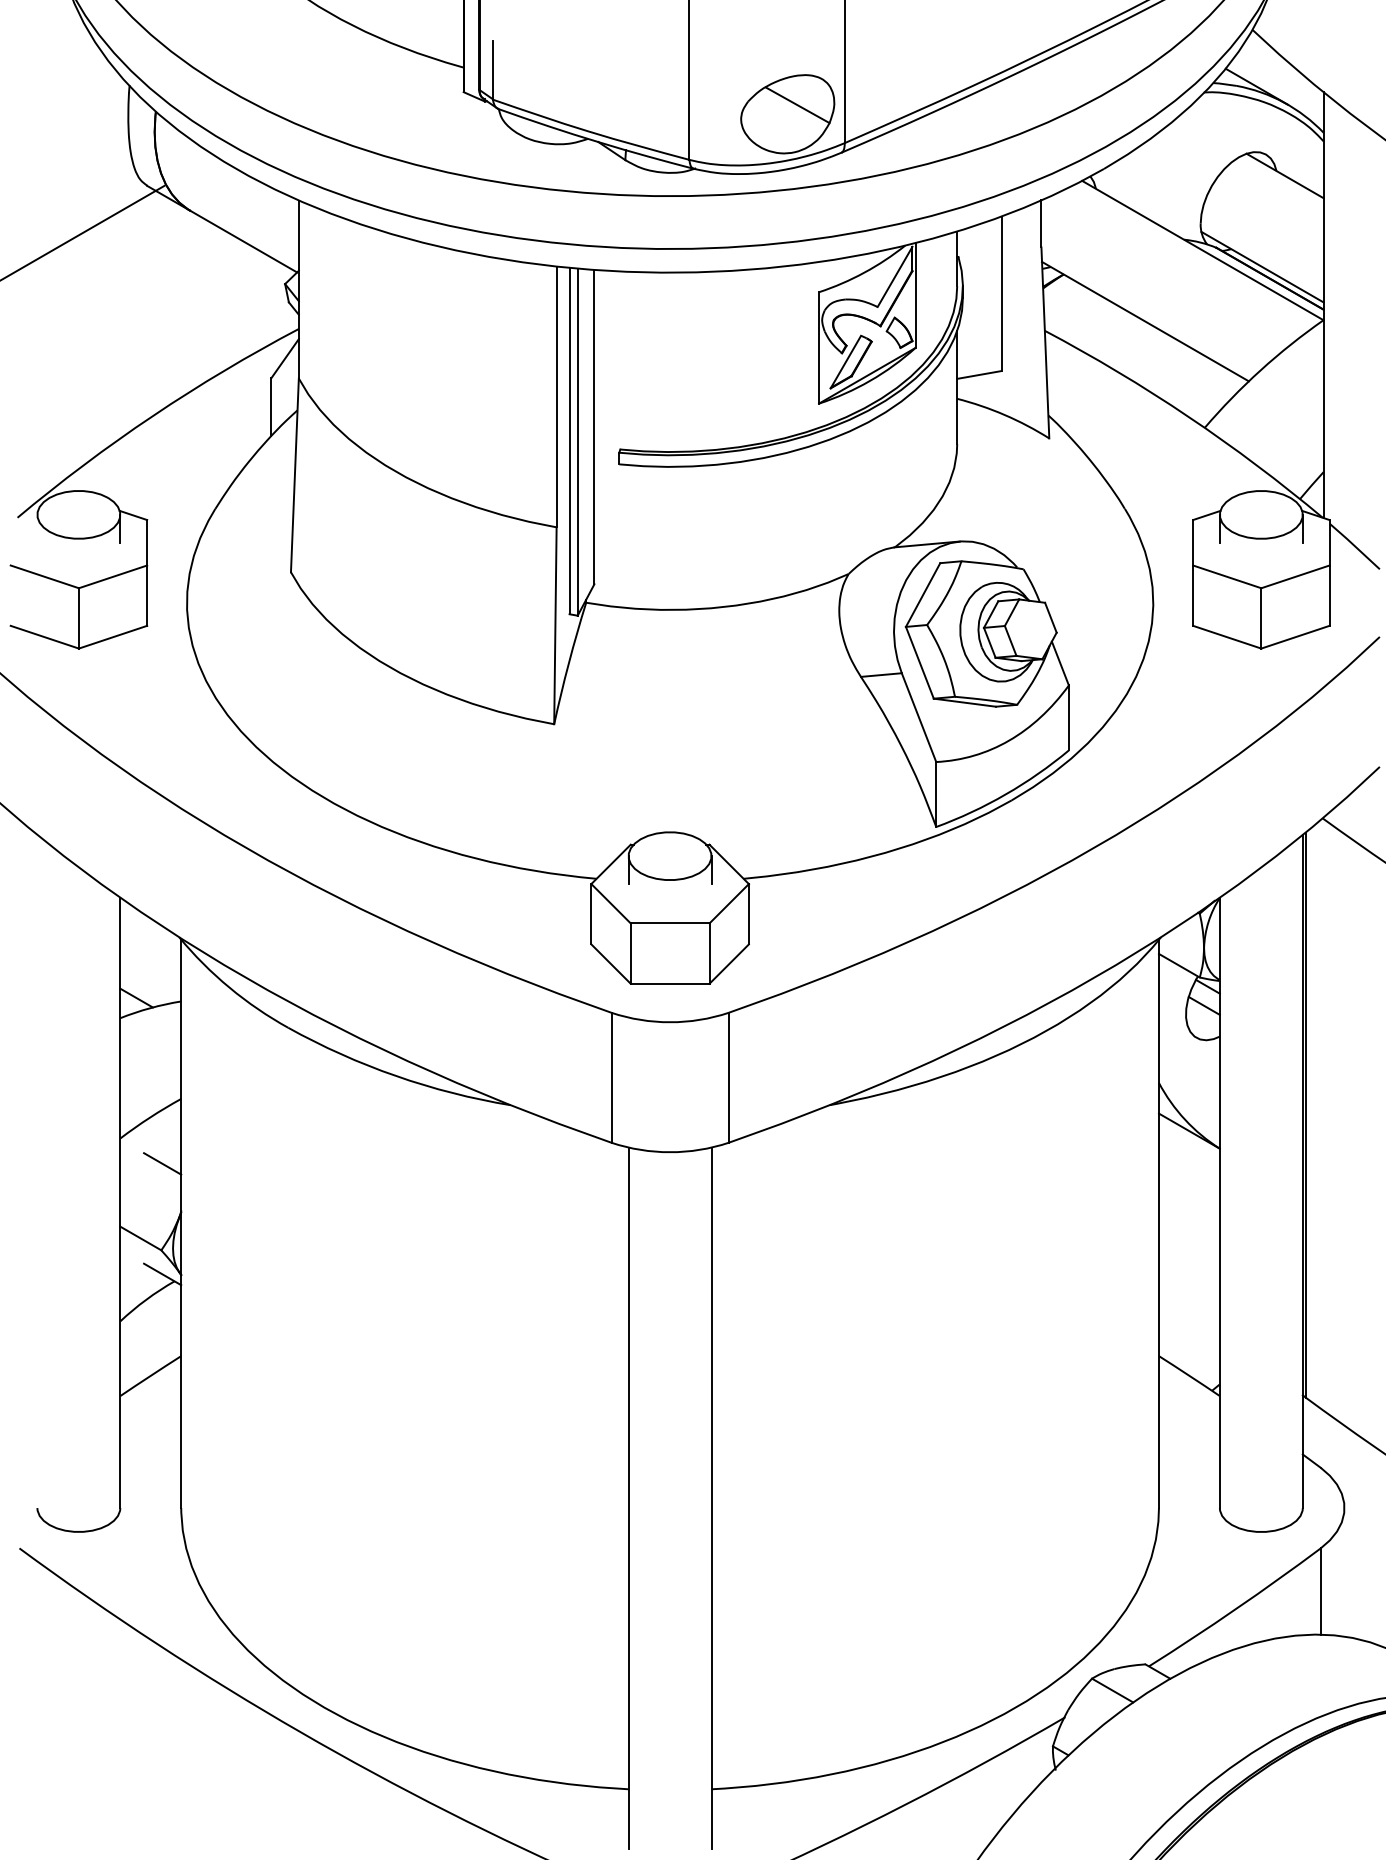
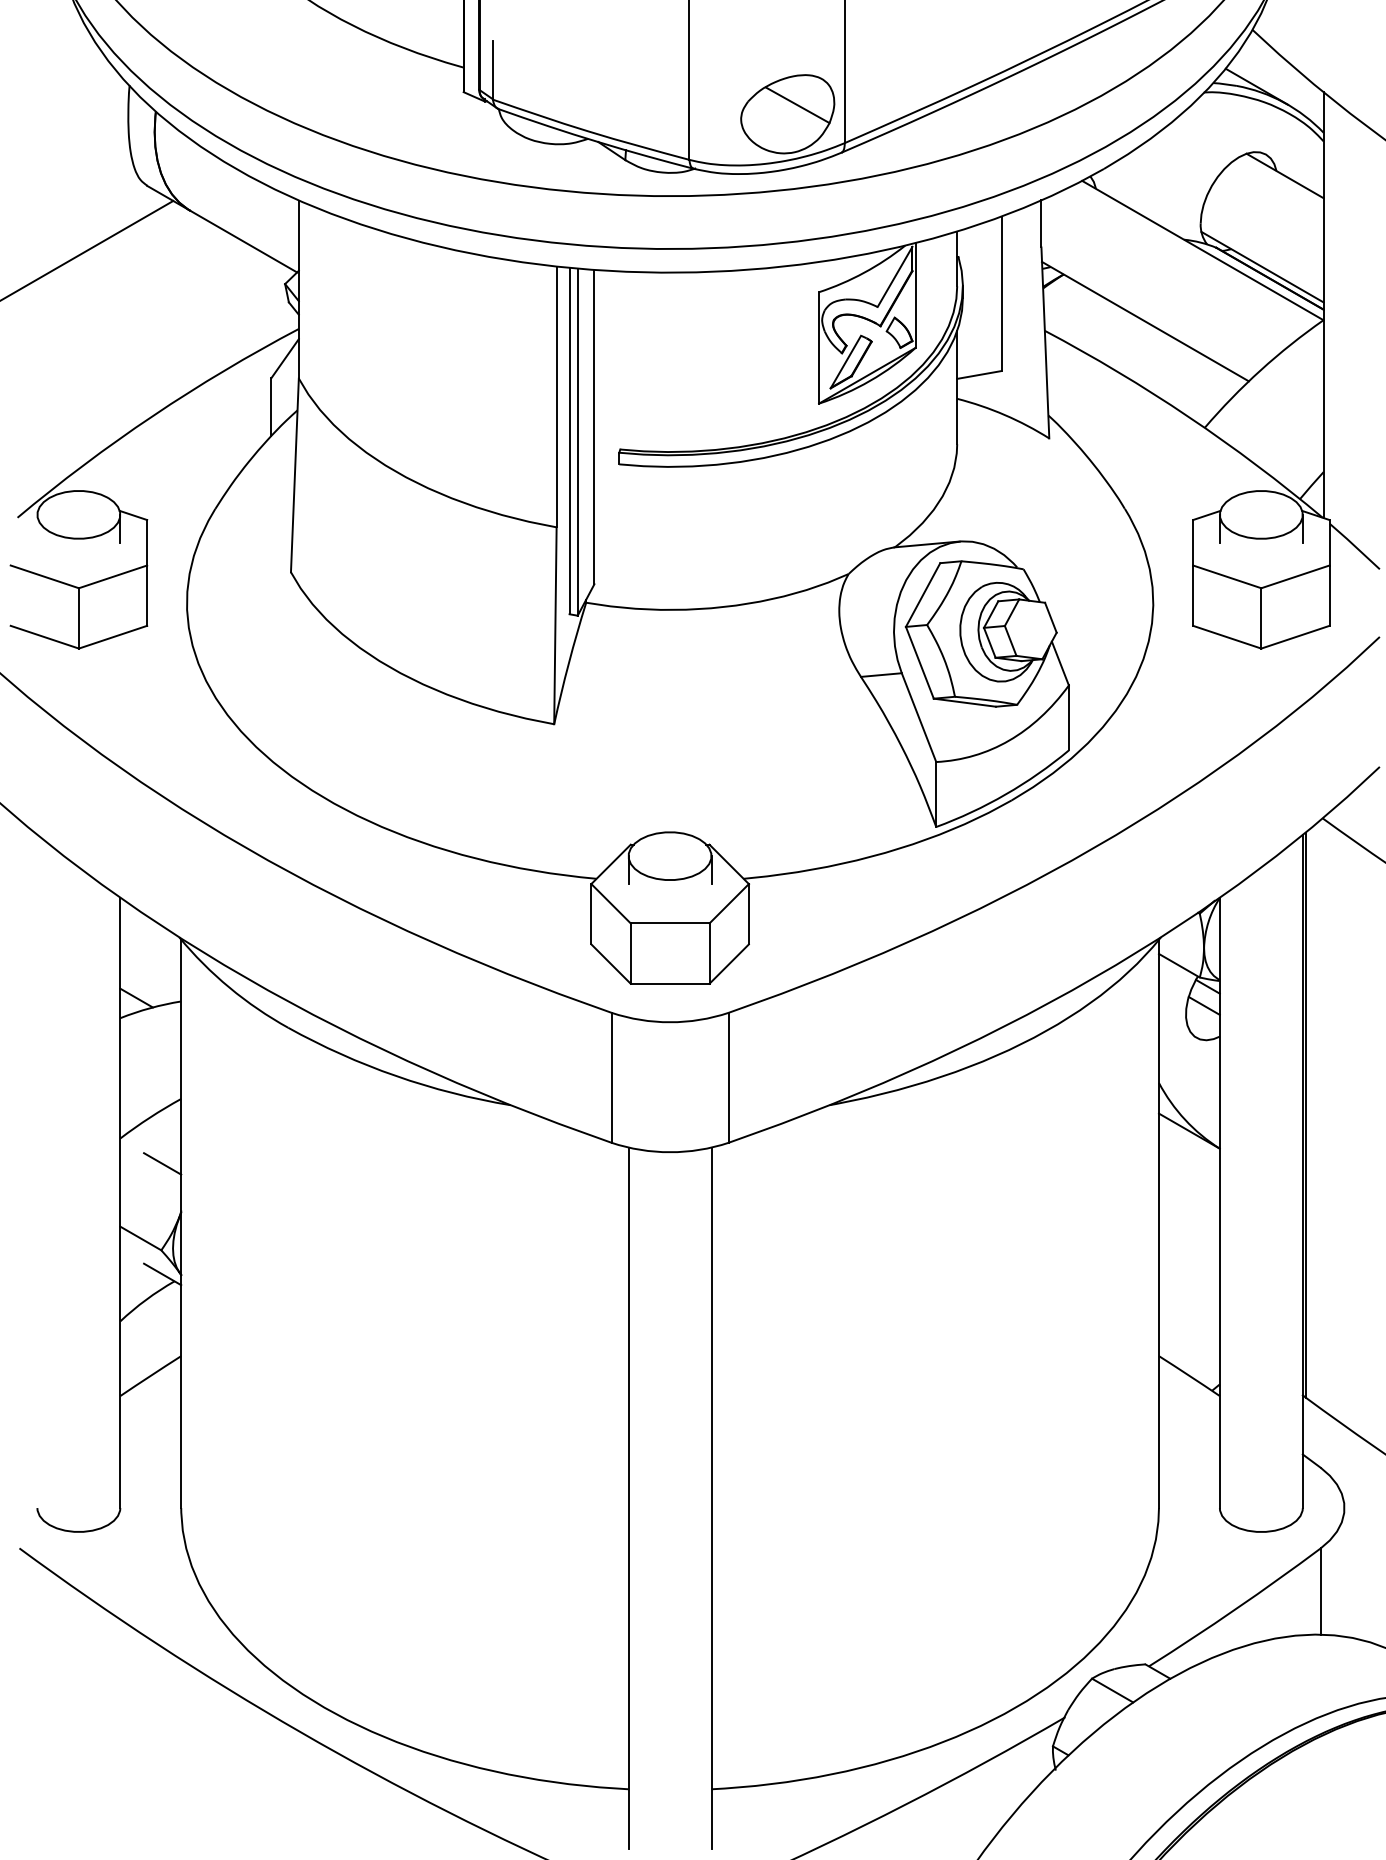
line at (83, 232) position: (83, 232) -> (87, 249)
